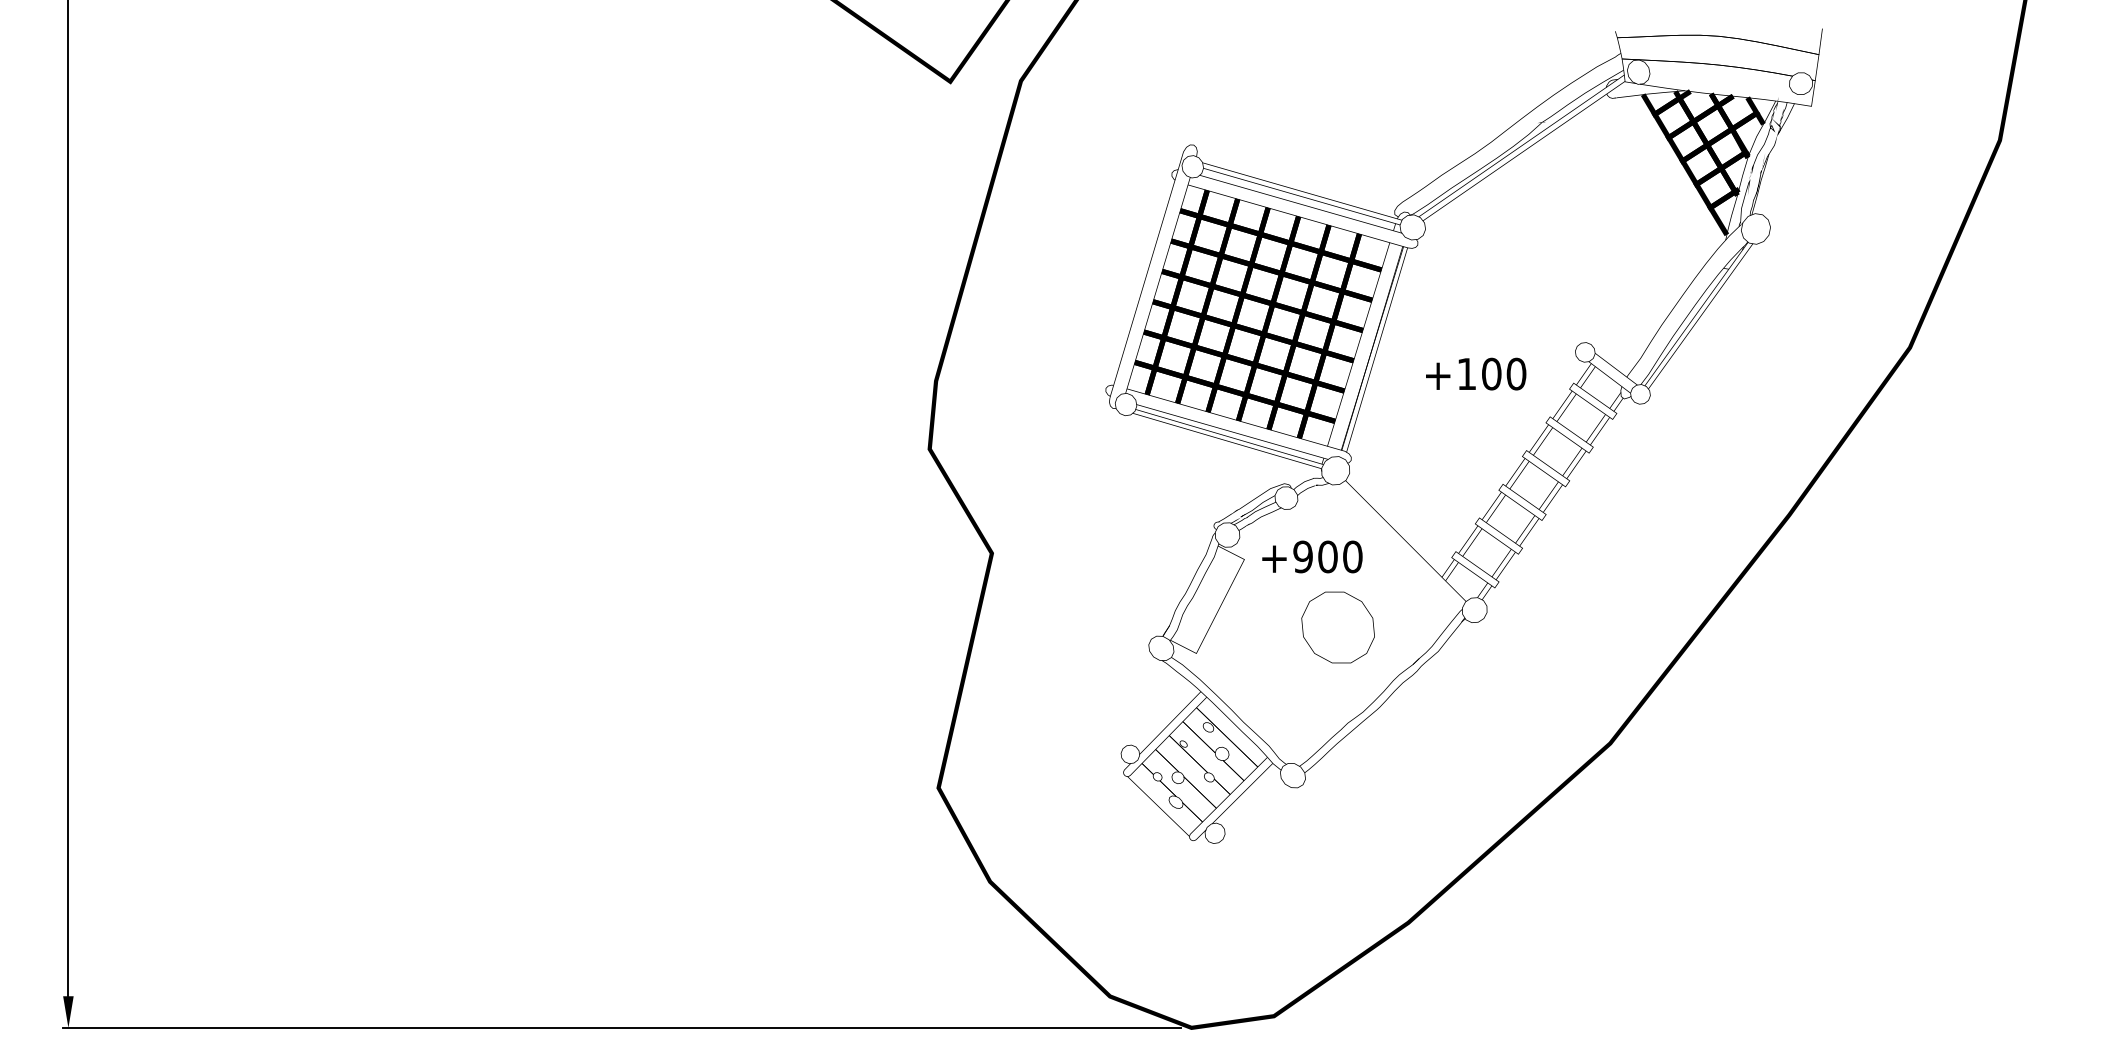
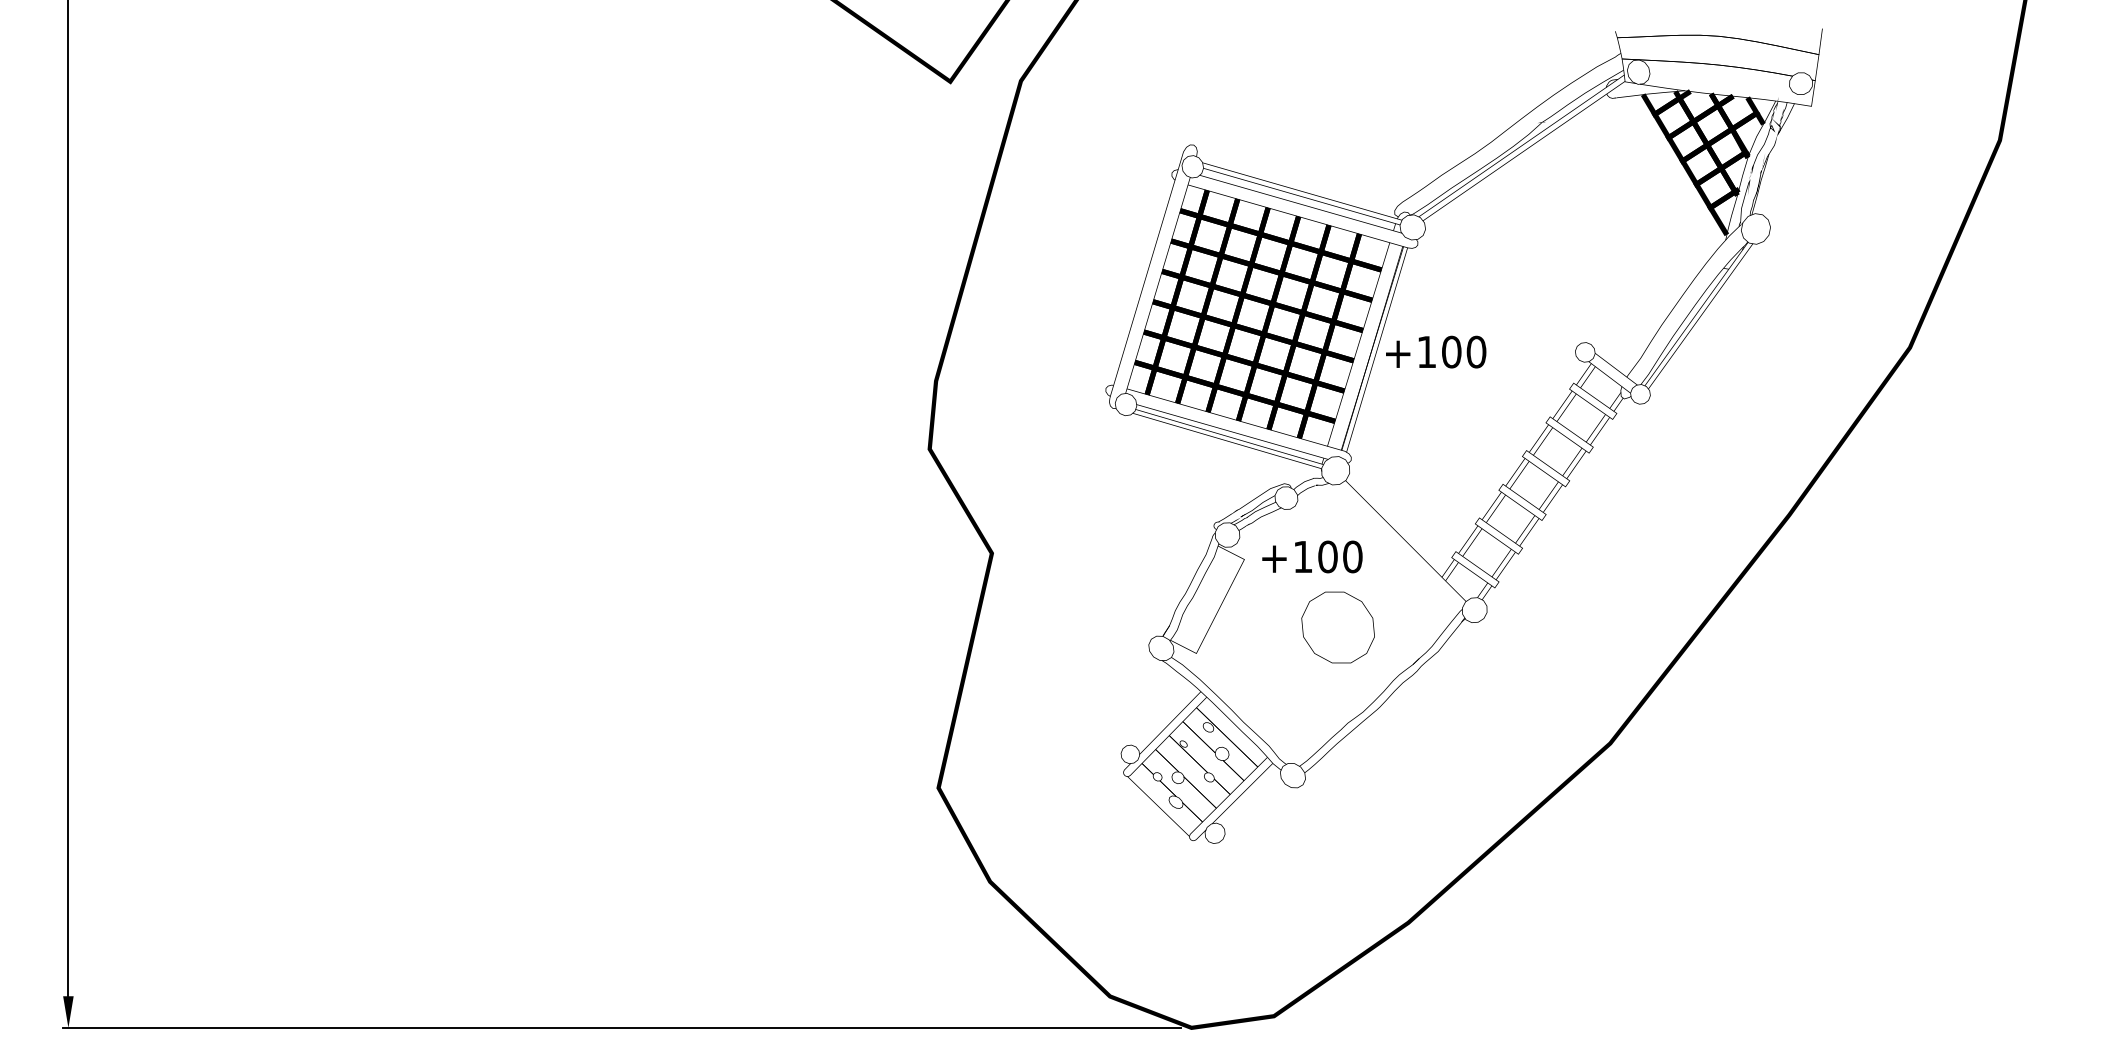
text at (1476, 373) position: (1476, 373) -> (1436, 351)
text at (1302, 556): +900 -> +100
